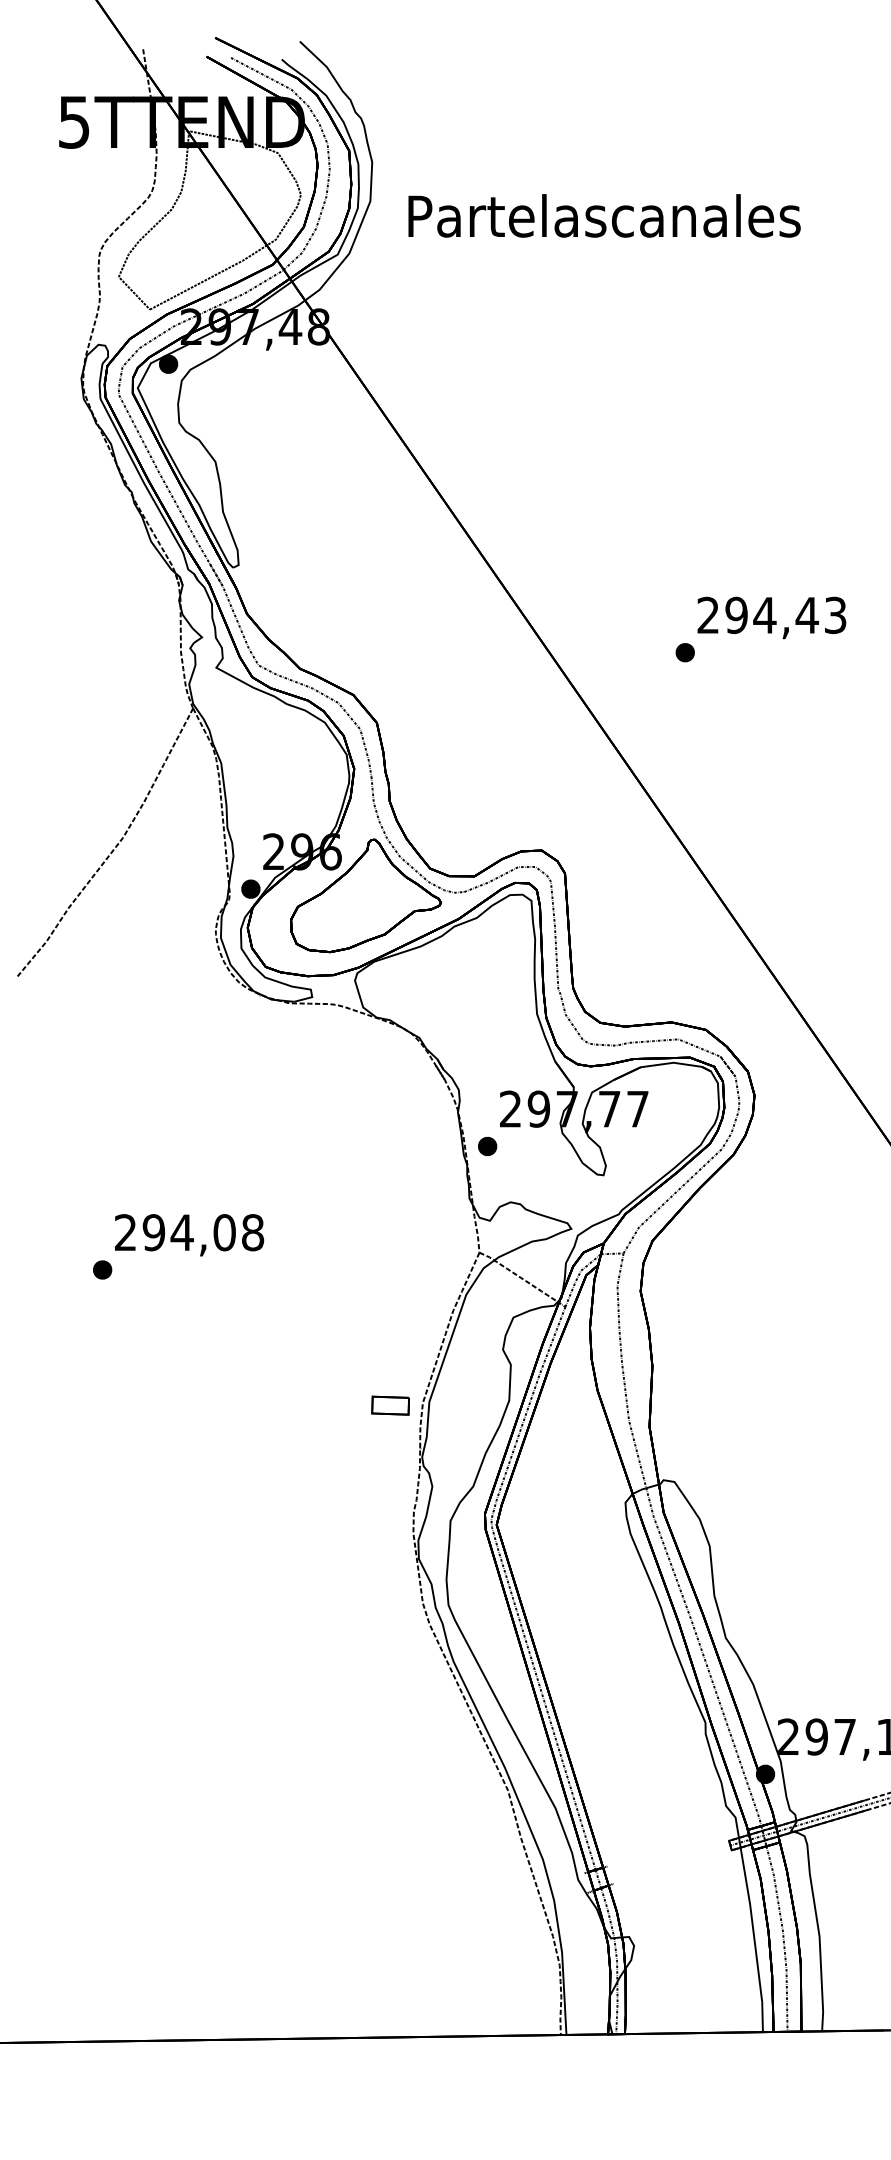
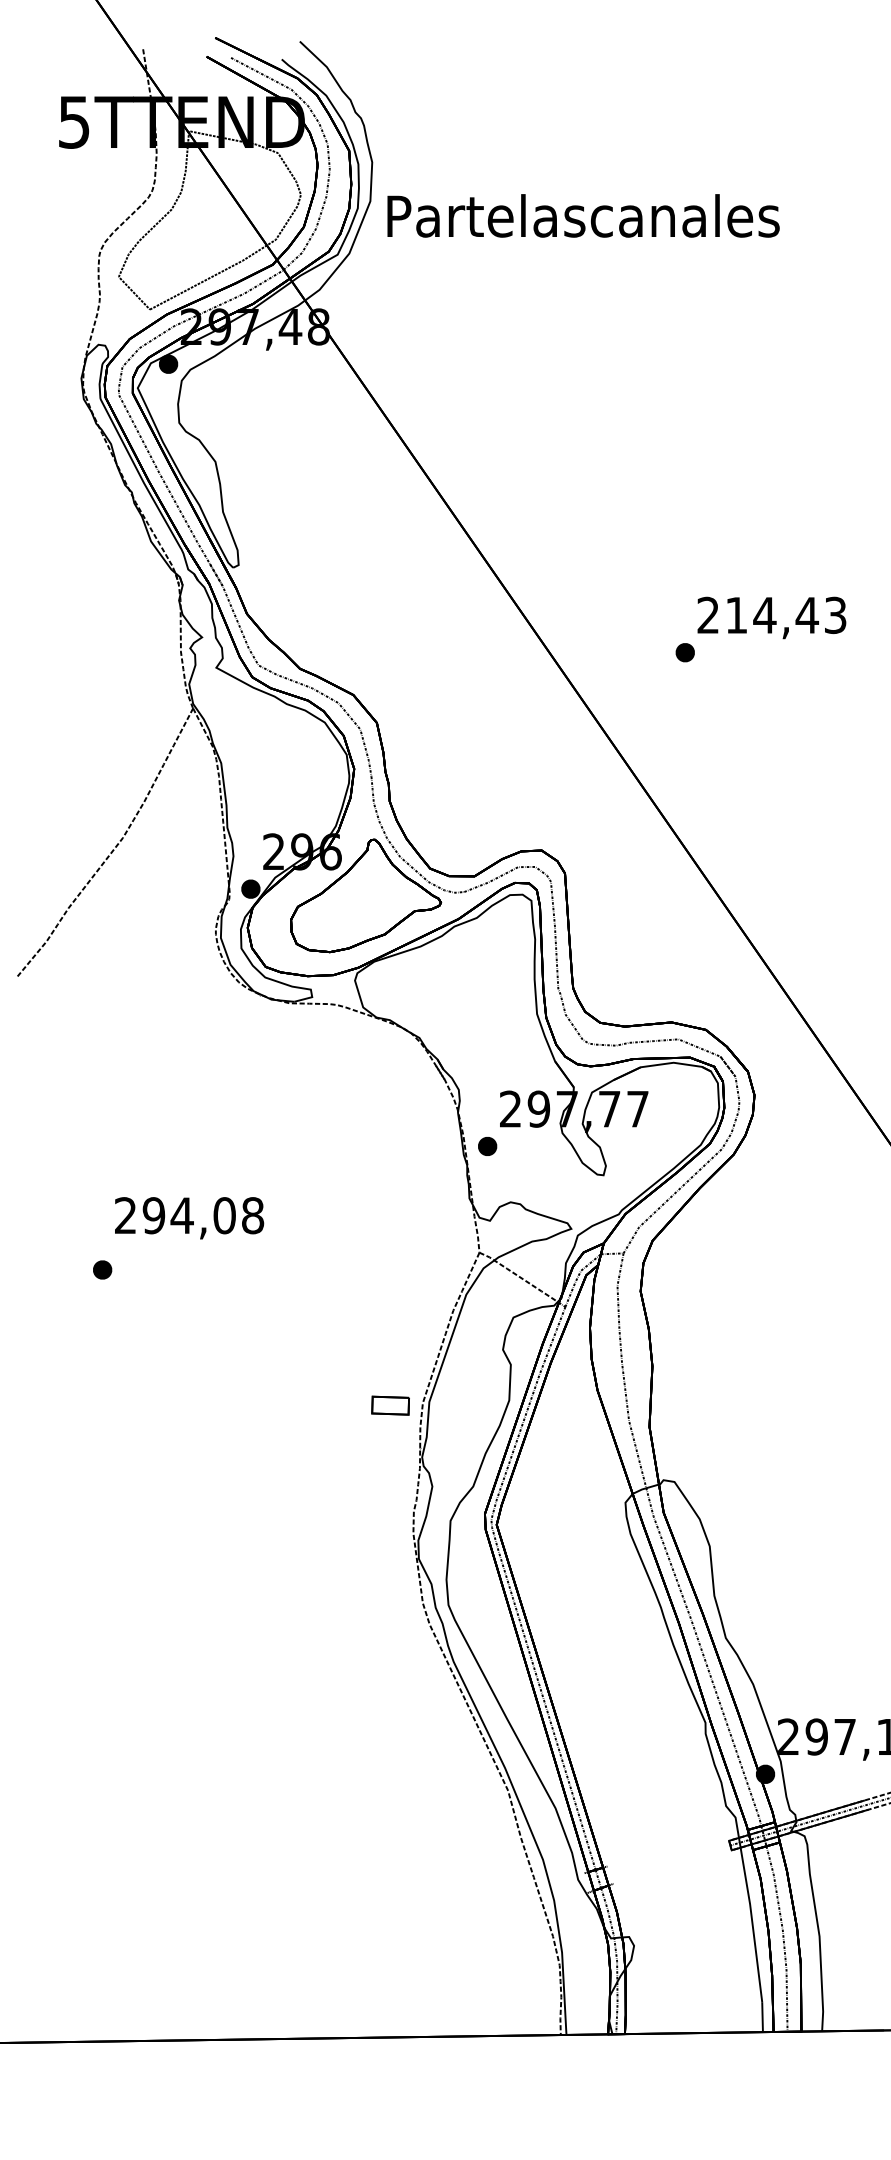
text at (604, 215) position: (604, 215) -> (583, 215)
text at (736, 615): 294,43 -> 214,43
text at (189, 1235) position: (189, 1235) -> (189, 1218)
